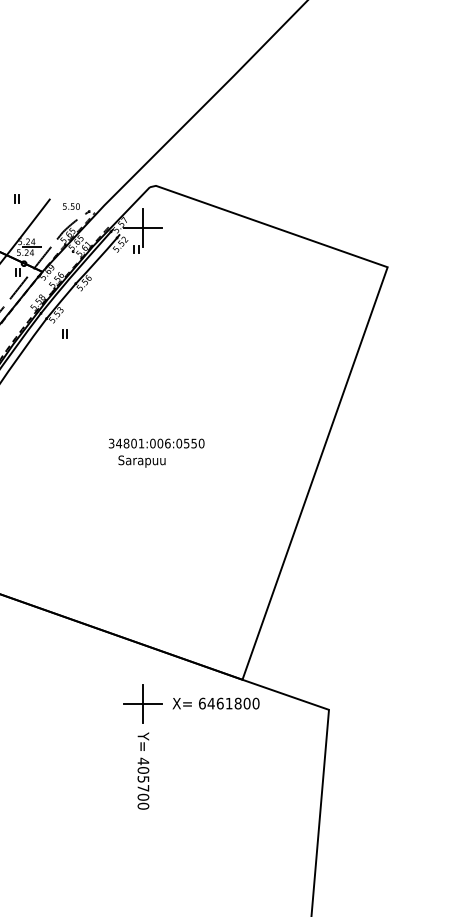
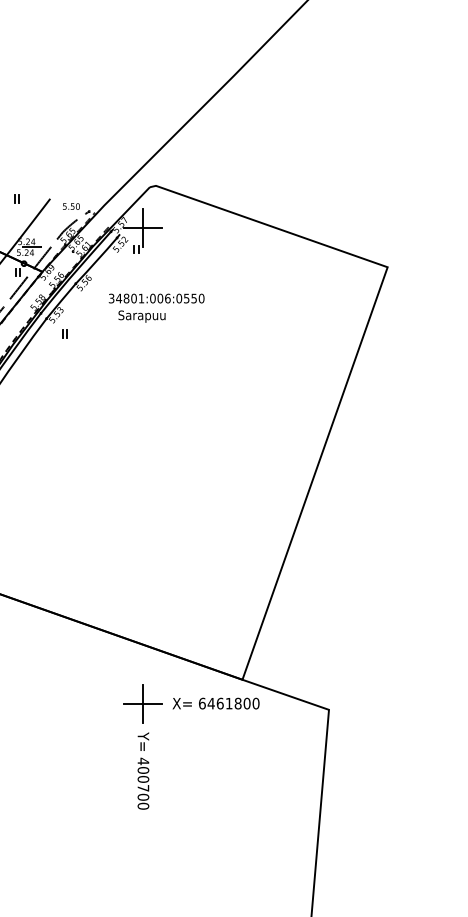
text at (156, 452) position: (156, 452) -> (156, 307)
text at (143, 778): 405700 -> 400700
